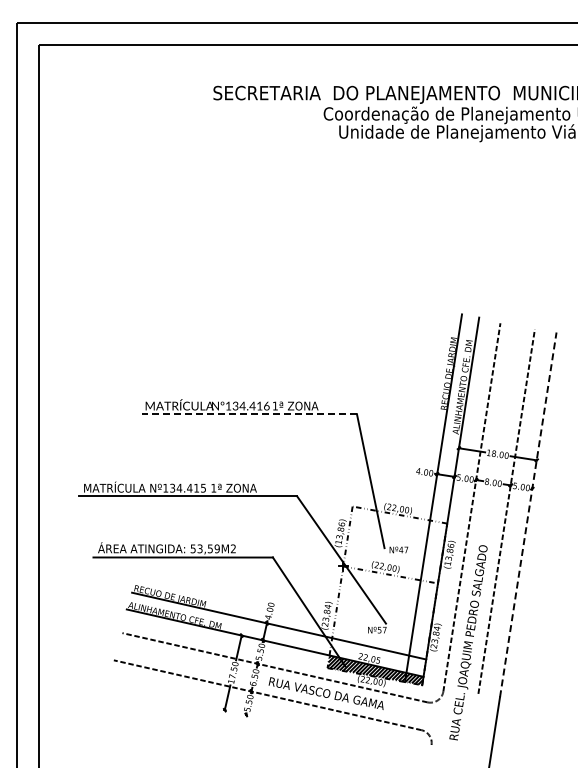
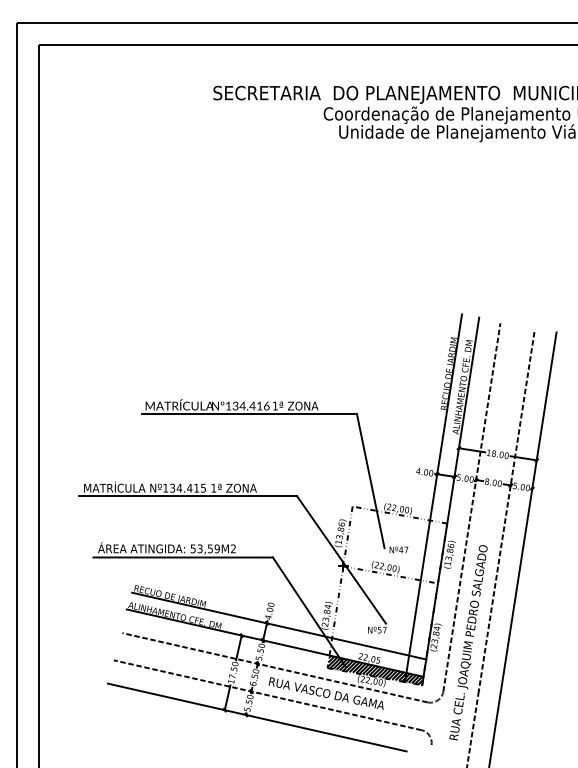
line at (249, 414): dashed -> solid
line at (528, 514): dashed -> solid
line at (256, 717): none -> present
line at (472, 728): none -> present
